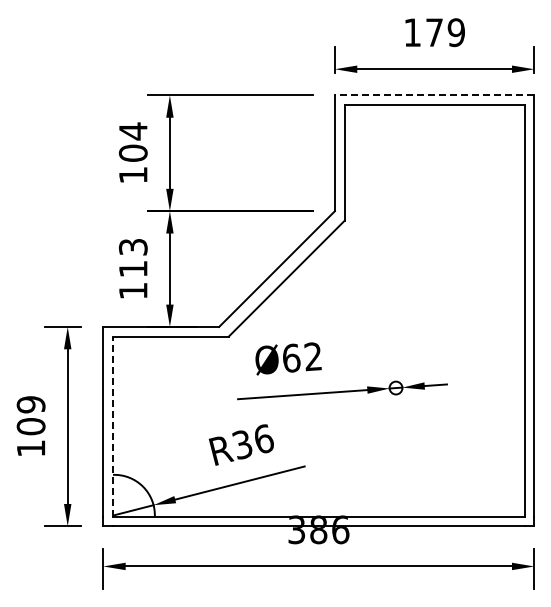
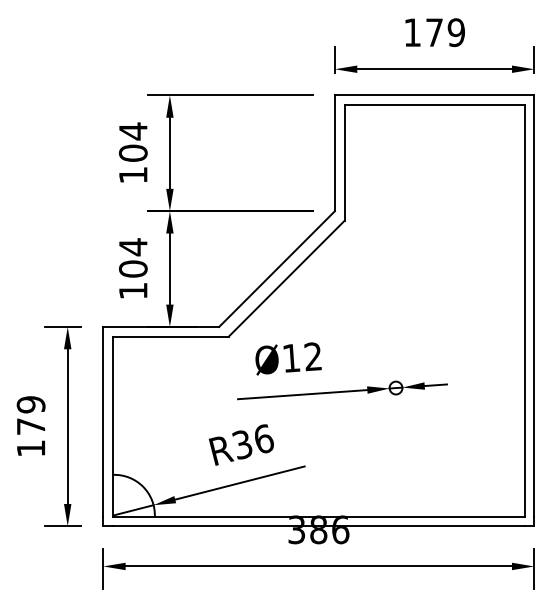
line at (434, 95): dashed -> solid
text at (132, 257): 113 -> 104
text at (291, 357): Ø62 -> Ø12
text at (30, 426): 109 -> 179
line at (113, 426): dashed -> solid
